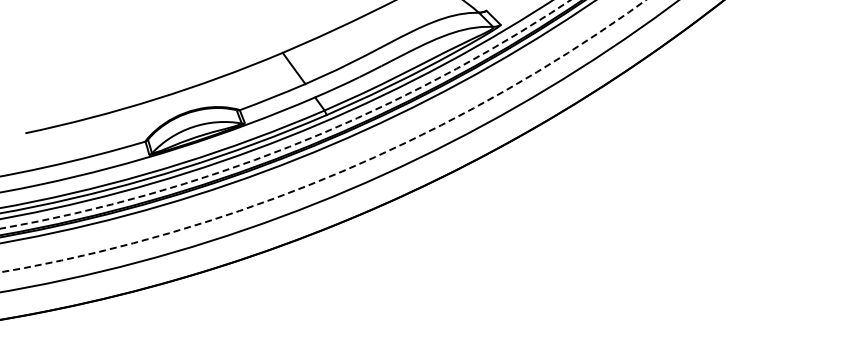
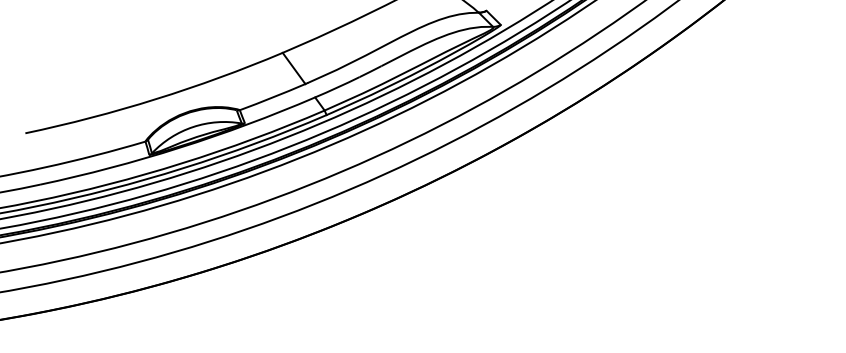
circle at (285, 114): dashed -> solid
arc at (340, 172): dashed -> solid
